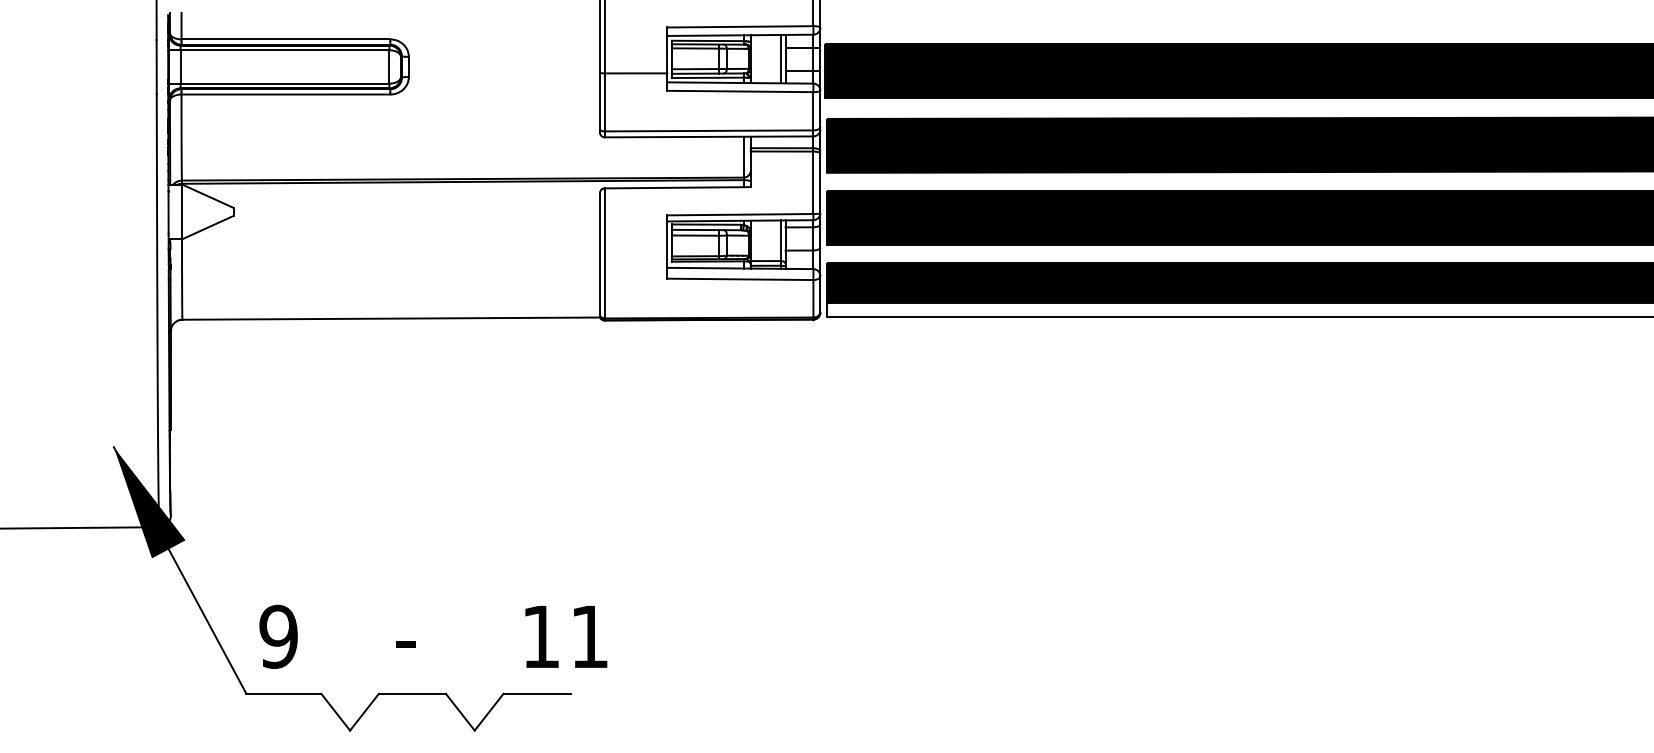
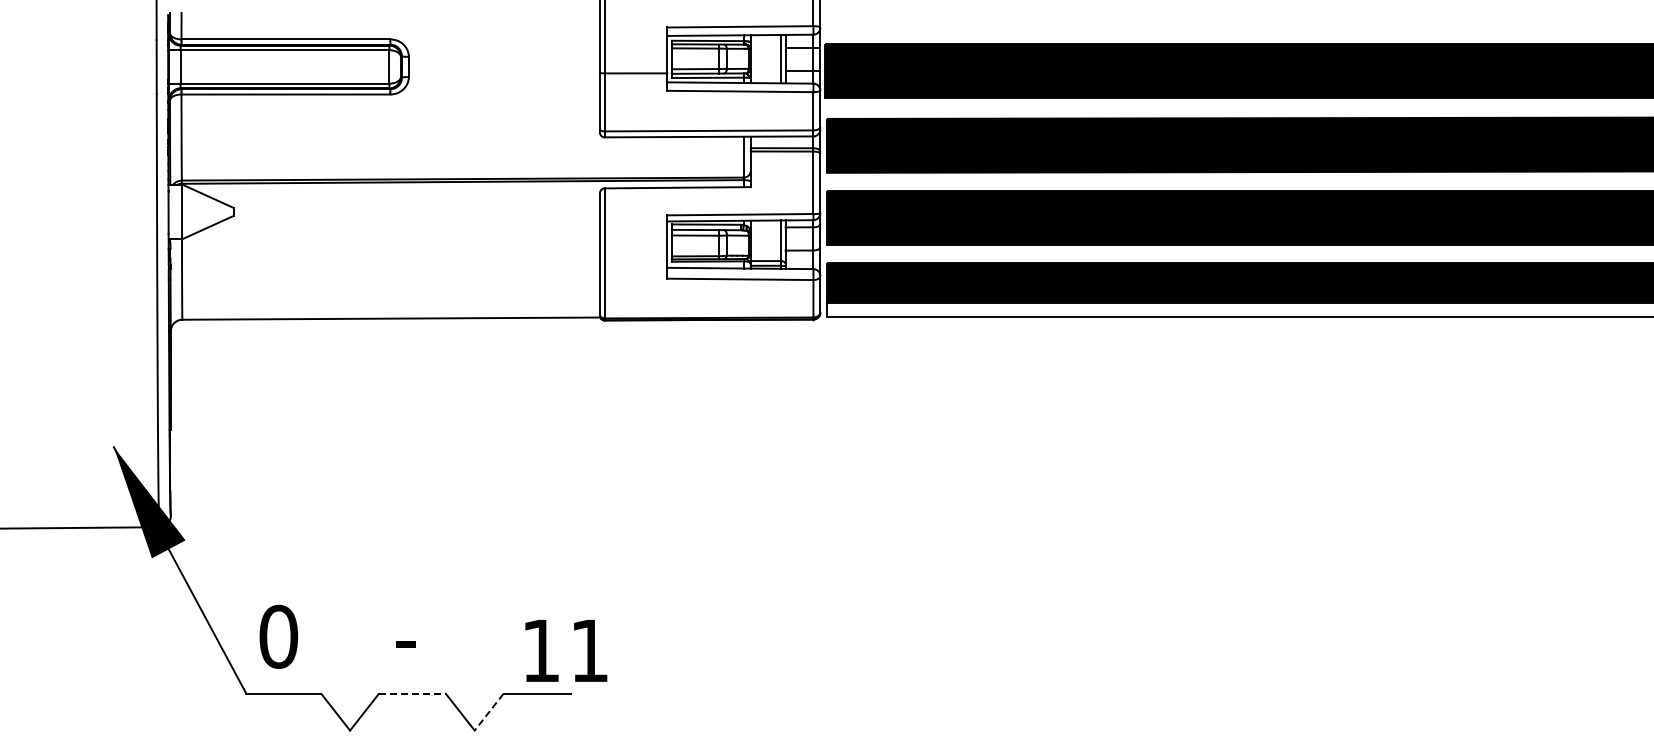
text at (278, 636): 9 -> 0
text at (566, 636) position: (566, 636) -> (566, 650)
line at (412, 693): solid -> dashed
line at (488, 712): solid -> dashed
